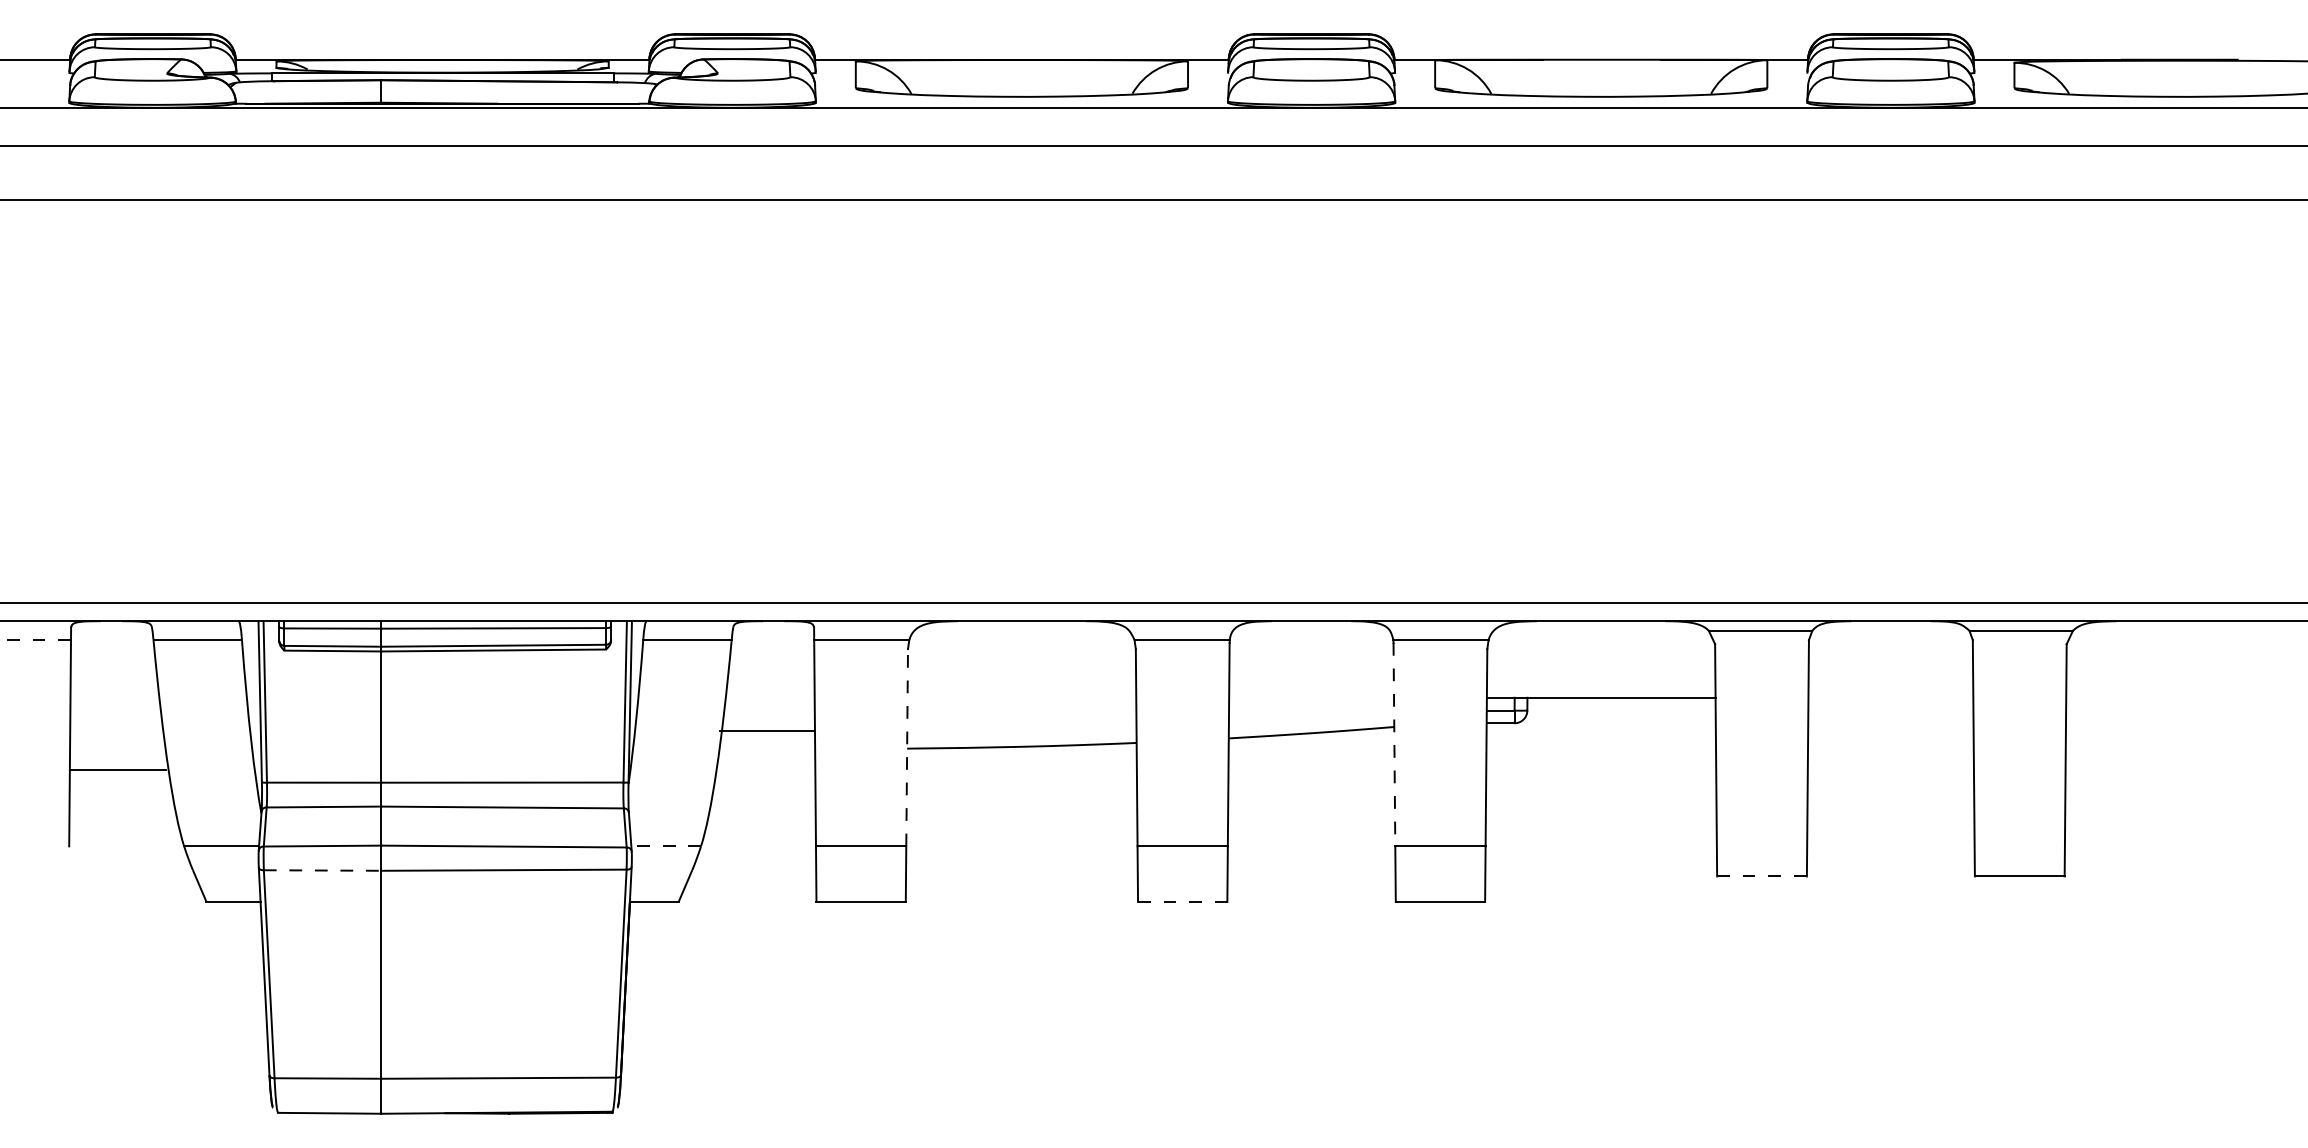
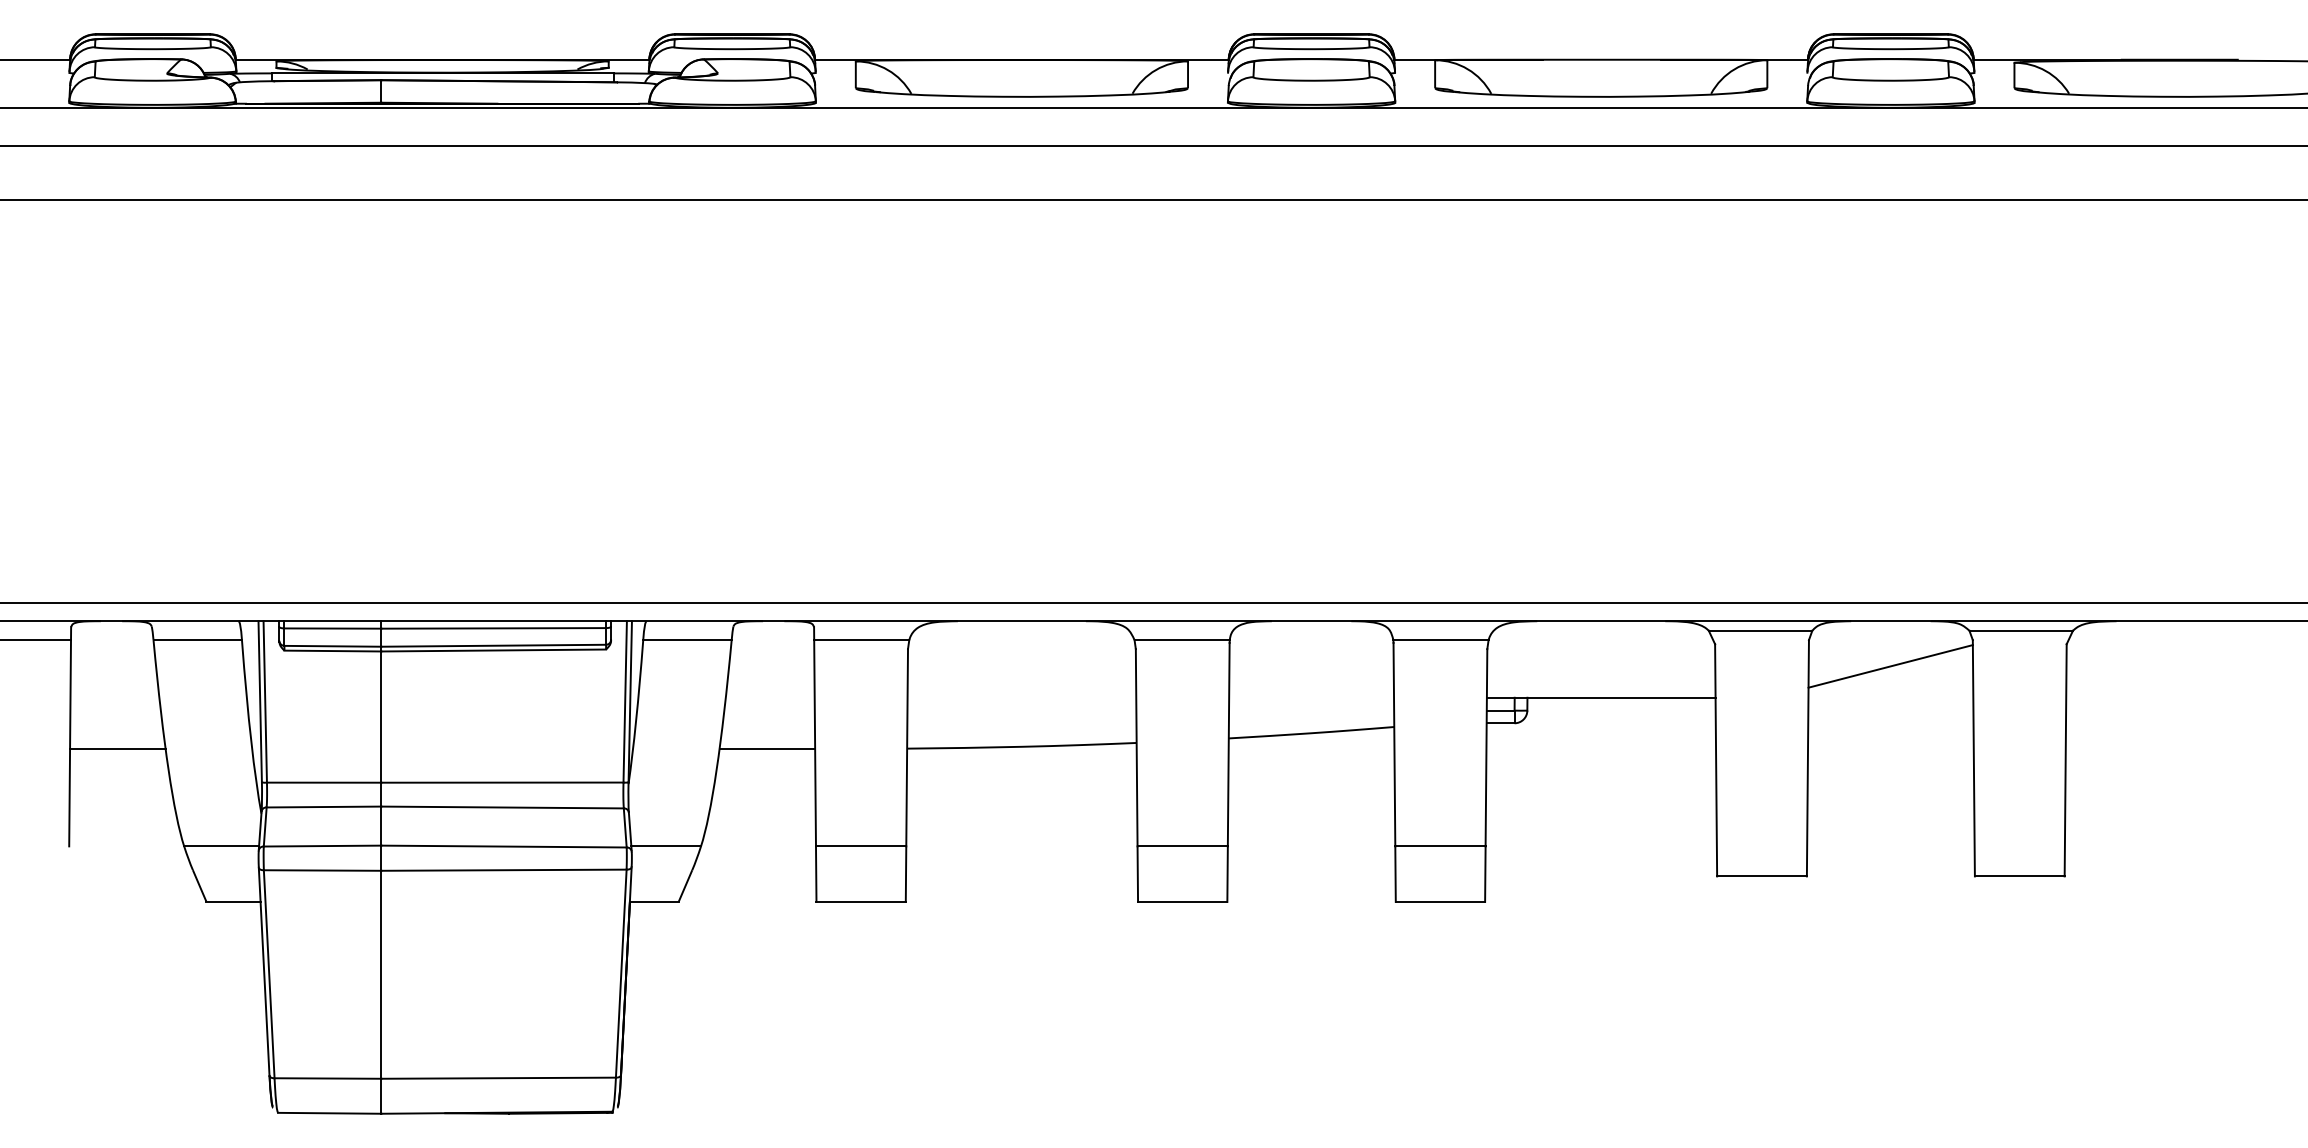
line at (35, 640): dashed -> solid
line at (1890, 666): none -> present
line at (767, 730) position: (767, 730) -> (767, 748)
line at (1394, 744): dashed -> solid
line at (907, 747): dashed -> solid
line at (117, 769) position: (117, 769) -> (117, 748)
line at (666, 846): dashed -> solid
line at (322, 870): dashed -> solid
line at (1762, 876): dashed -> solid
line at (1182, 901): dashed -> solid
